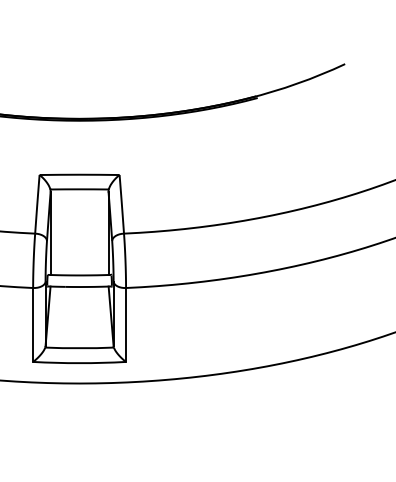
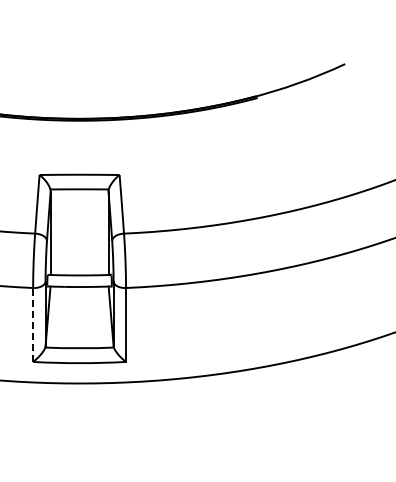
line at (33, 324): solid -> dashed
